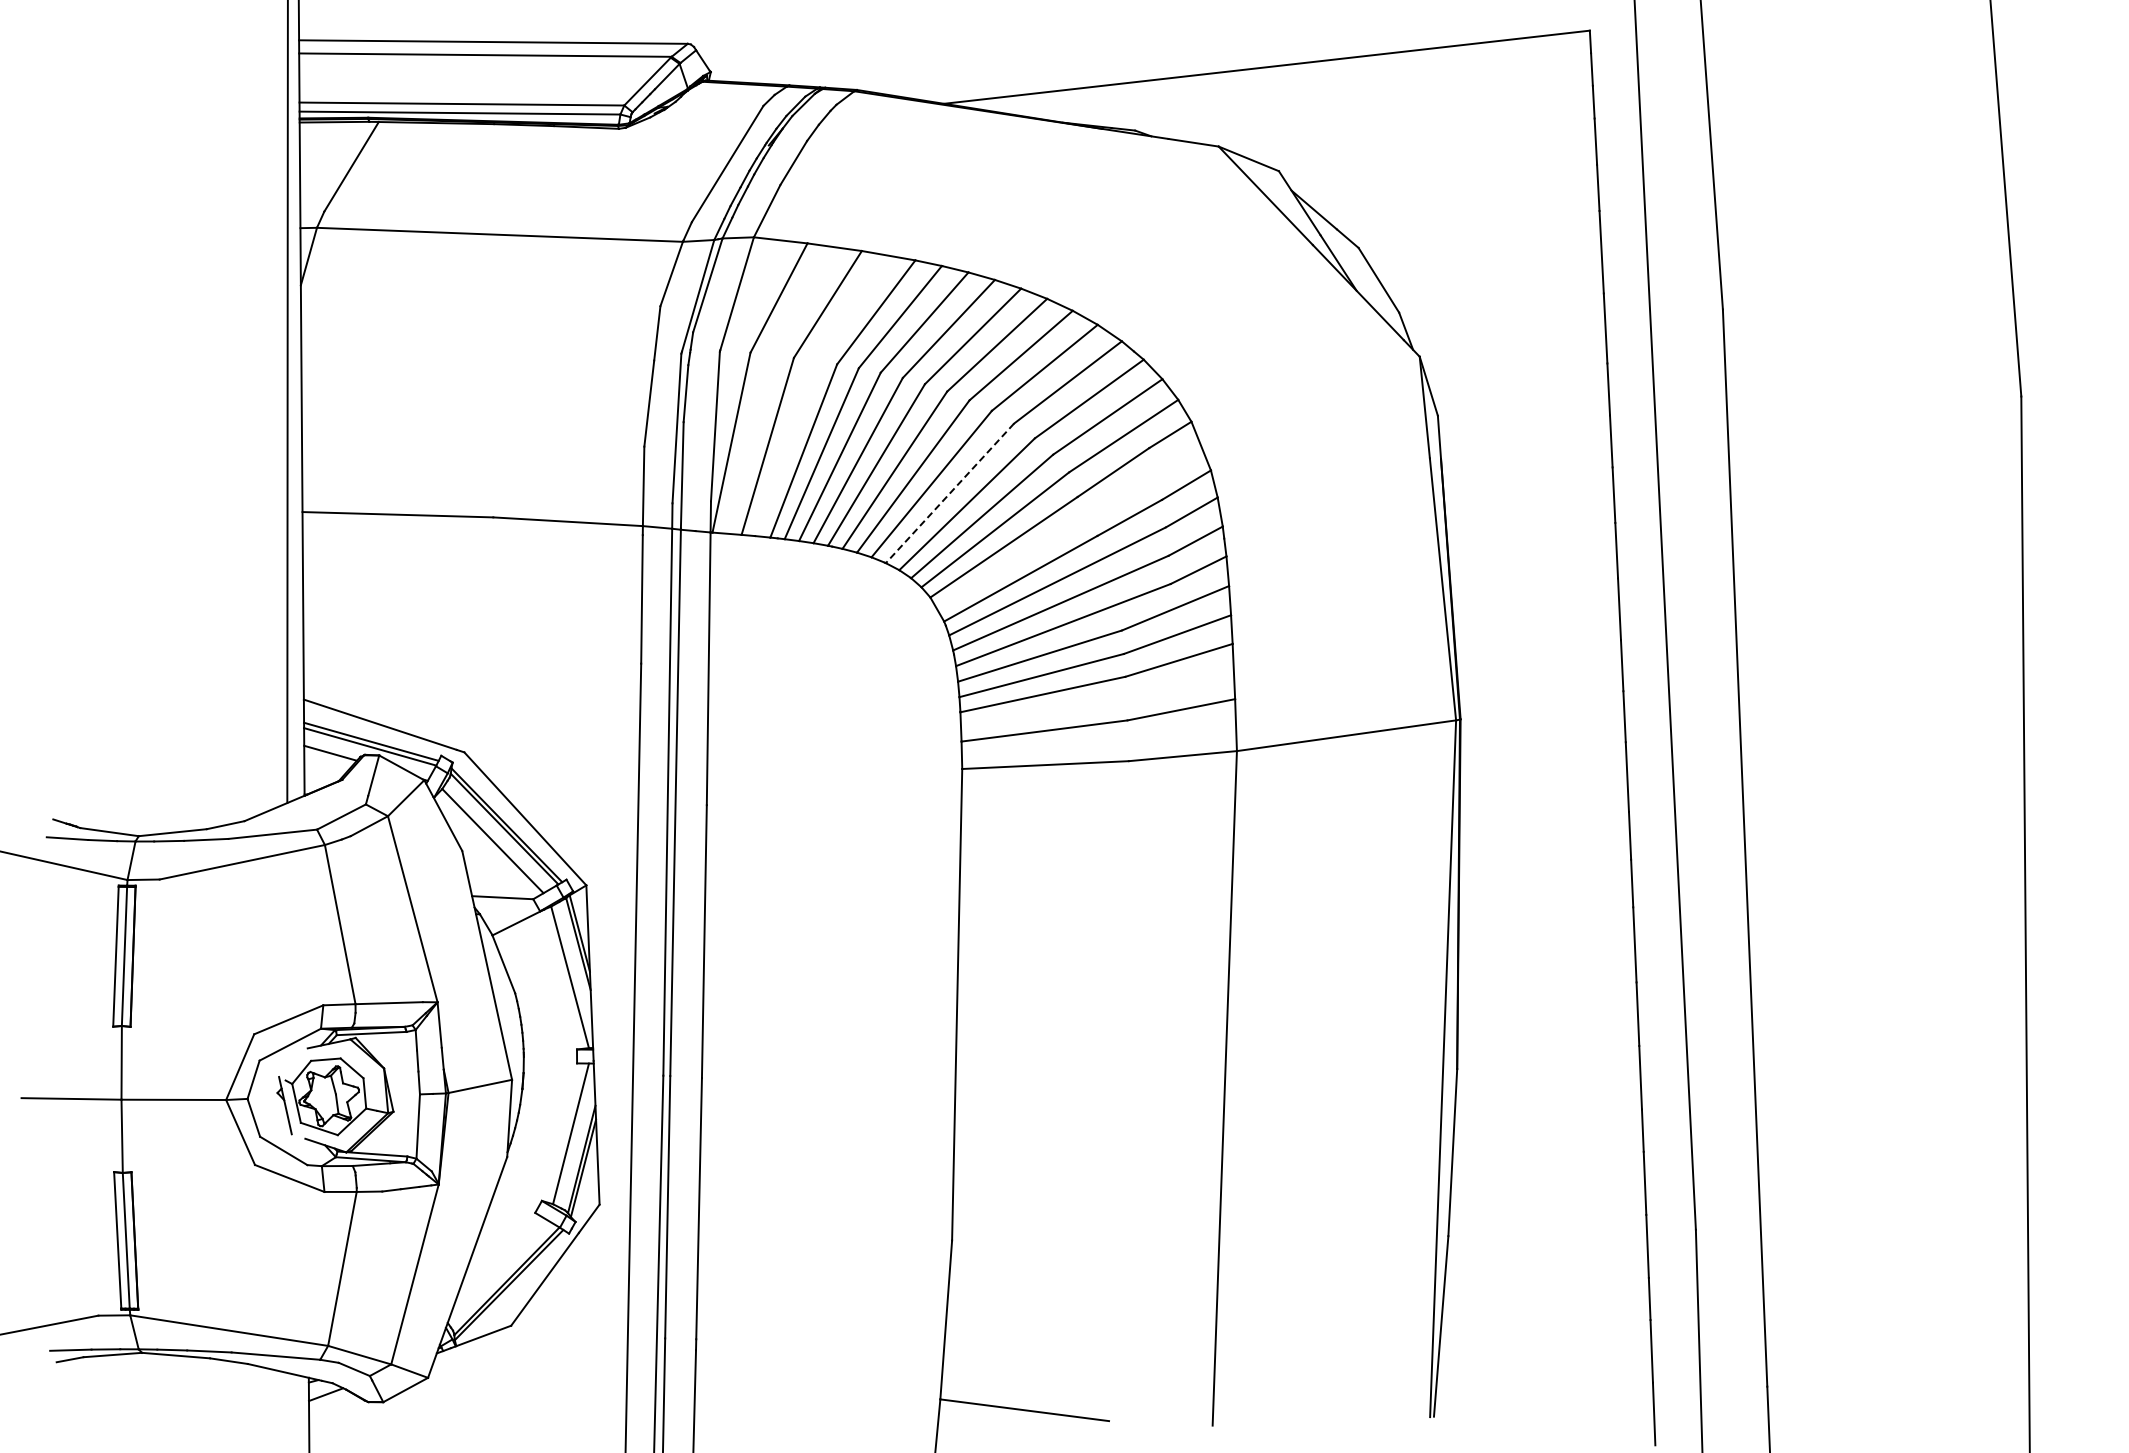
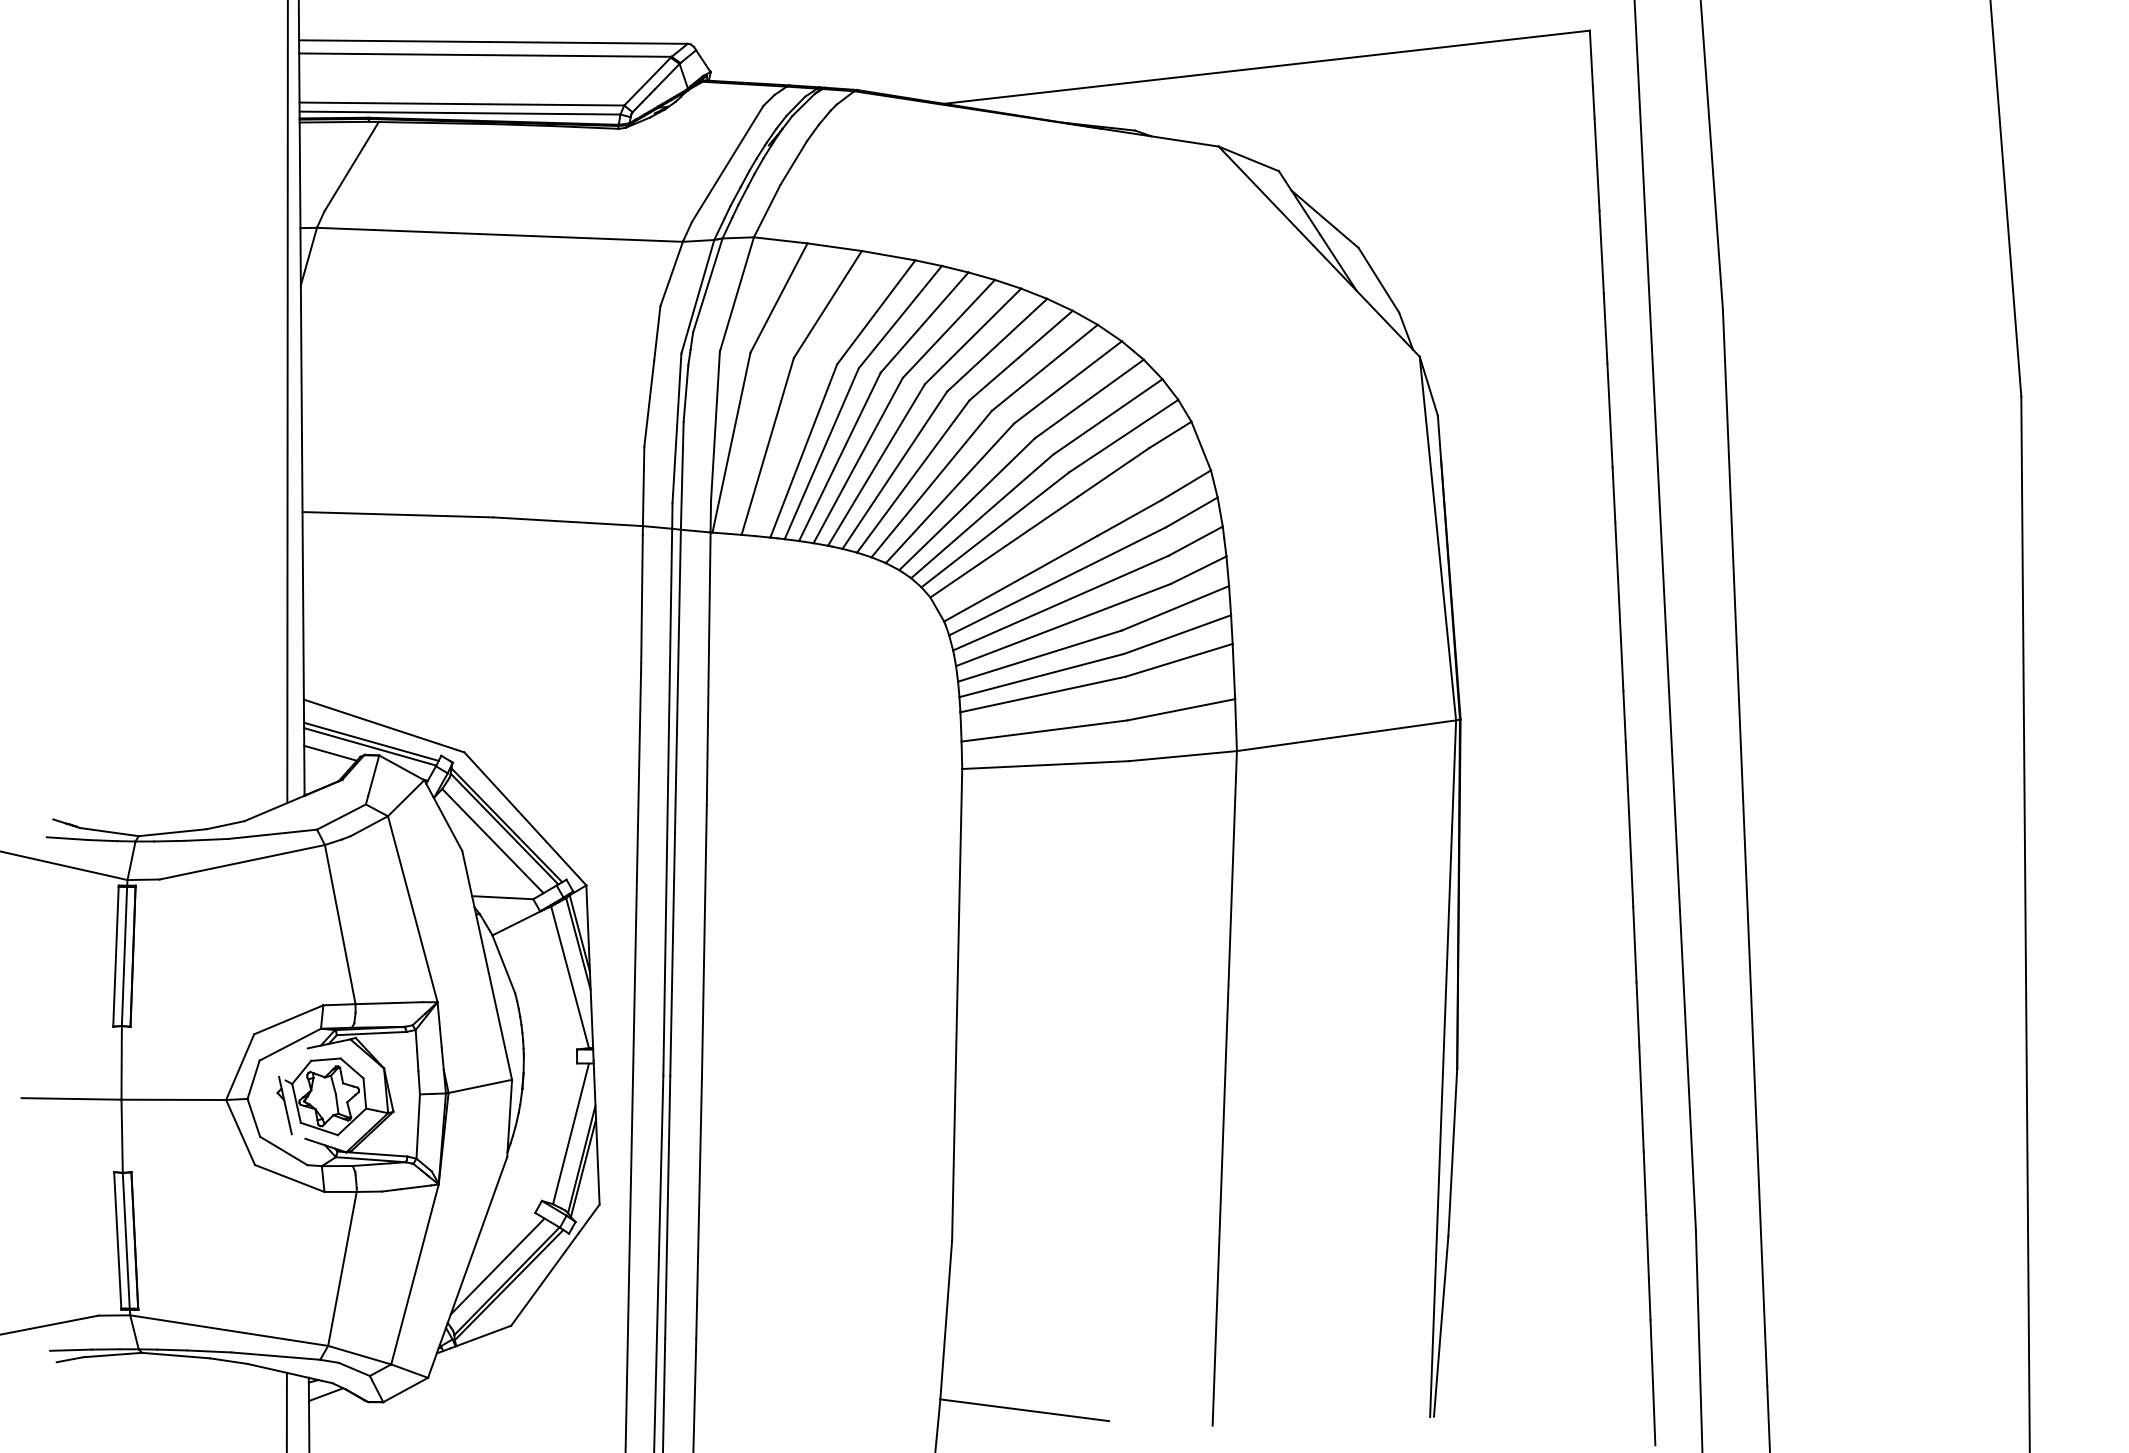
line at (949, 493): dashed -> solid
line at (497, 1266): none -> present
line at (286, 1410): none -> present
